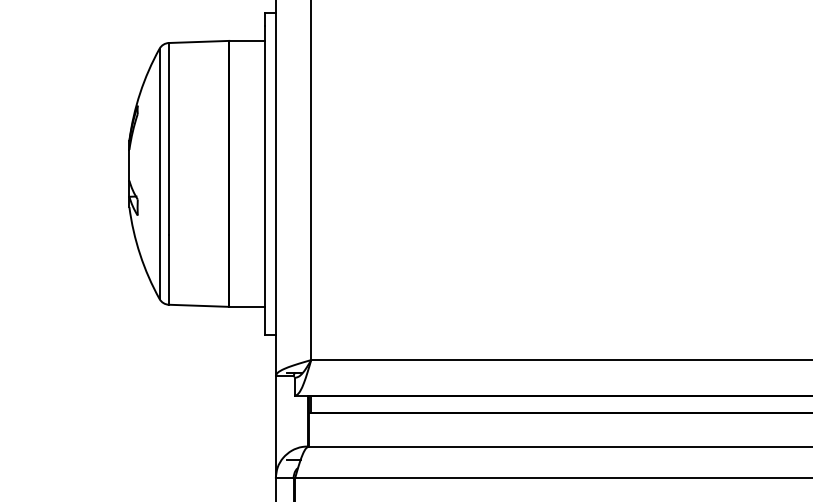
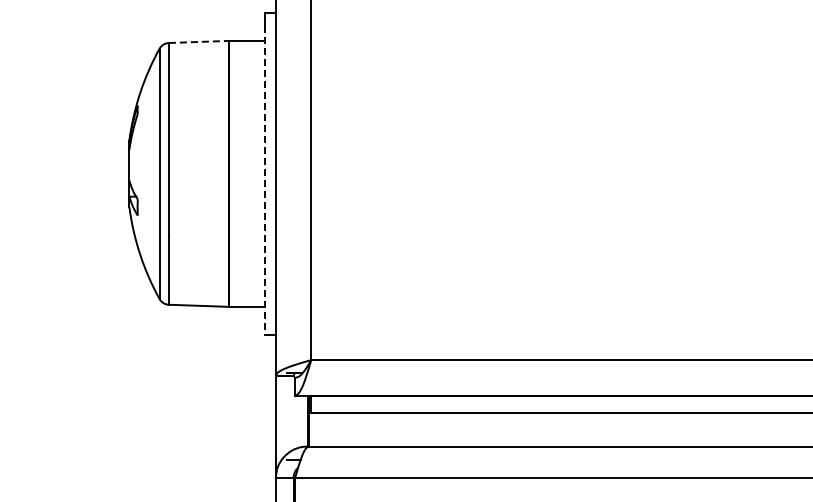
line at (199, 41): solid -> dashed
line at (264, 180): solid -> dashed
